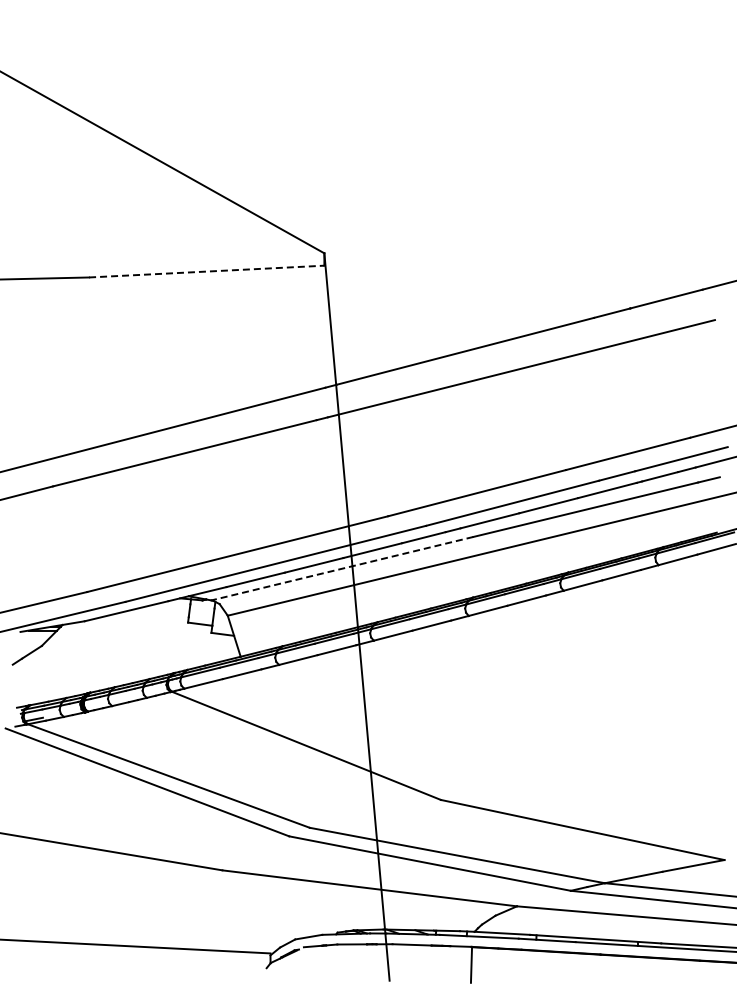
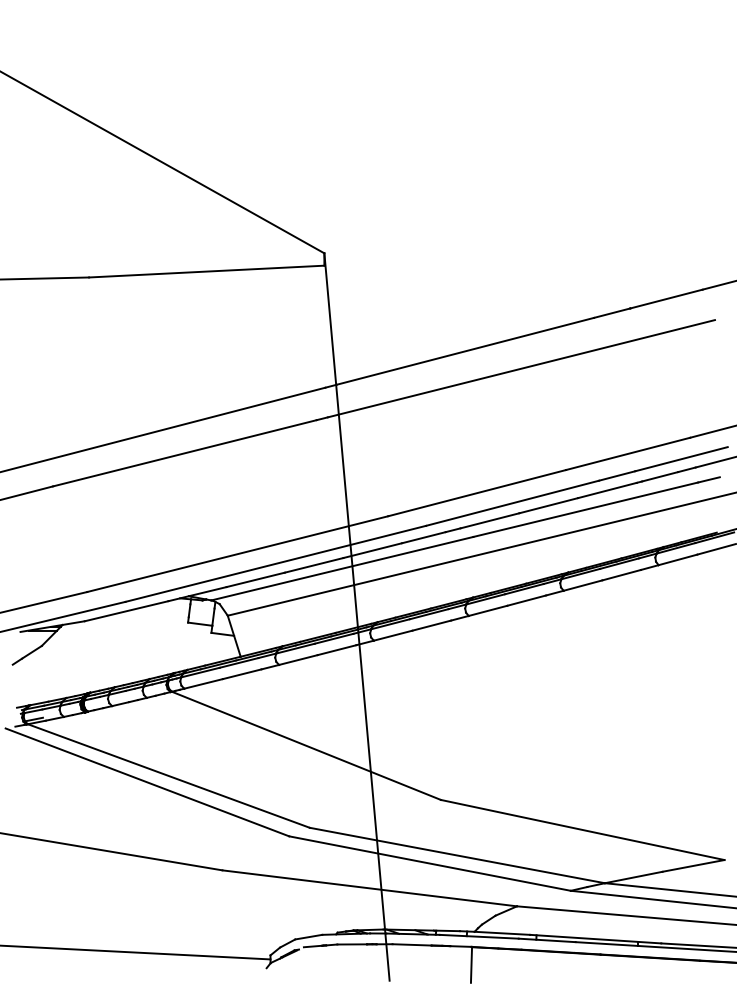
line at (206, 271): dashed -> solid
line at (342, 568): dashed -> solid
line at (136, 946) position: (136, 946) -> (136, 952)
